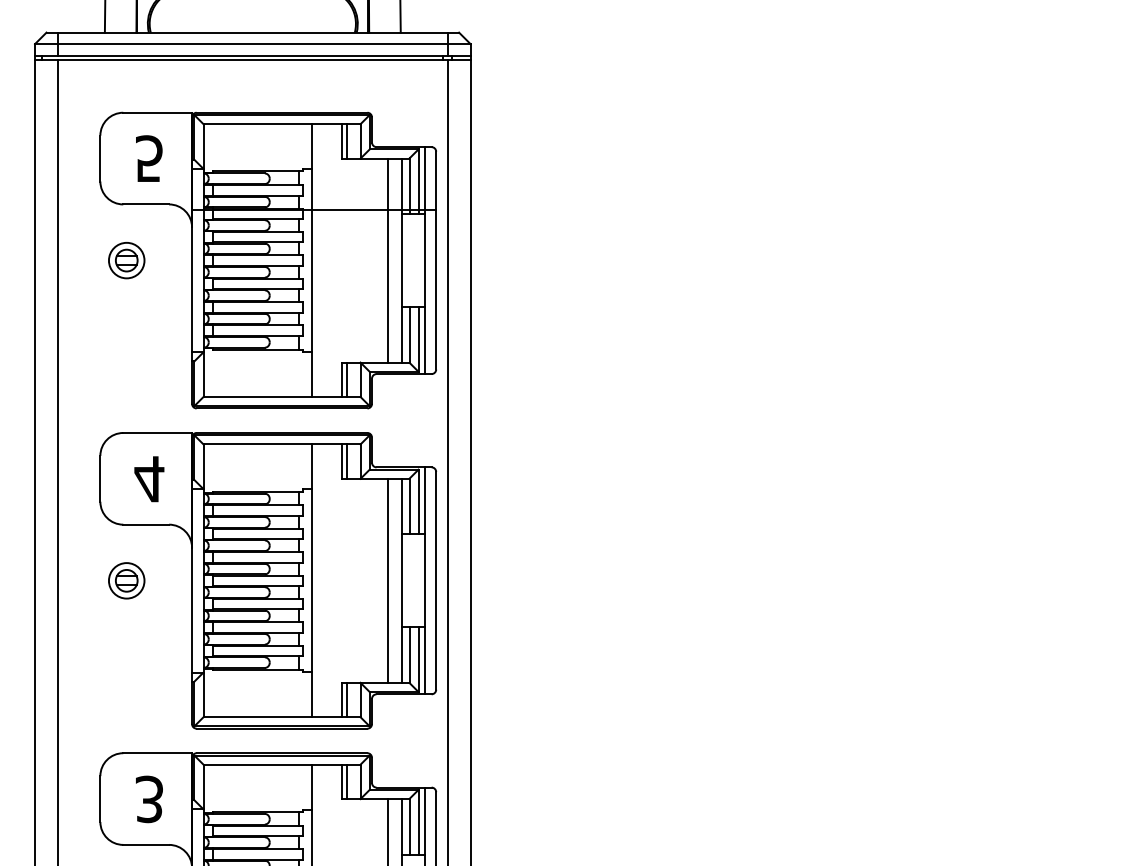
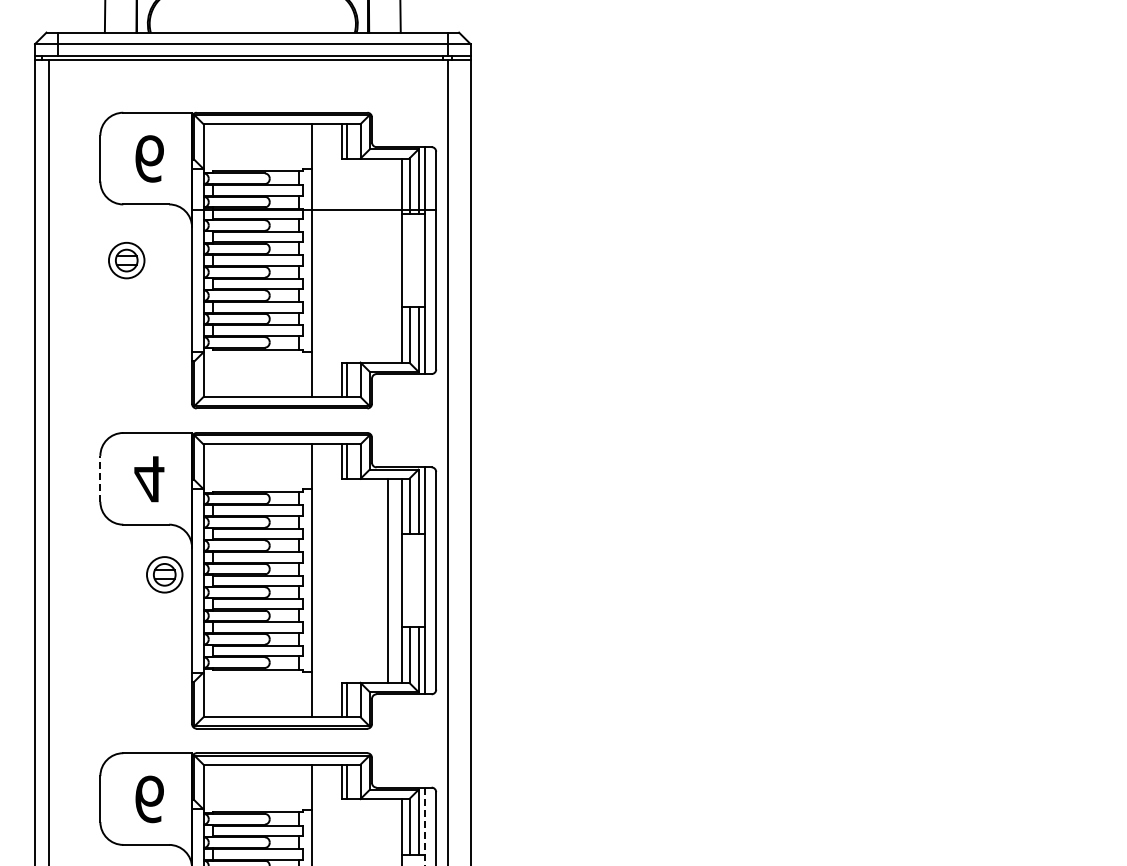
text at (149, 158): 5 -> 6
line at (388, 260): present -> none
line at (57, 461) position: (57, 461) -> (48, 461)
line at (100, 478): solid -> dashed
part at (126, 580) position: (126, 580) -> (164, 574)
text at (149, 799): 3 -> 6
line at (424, 826): solid -> dashed
line at (388, 830): present -> none
